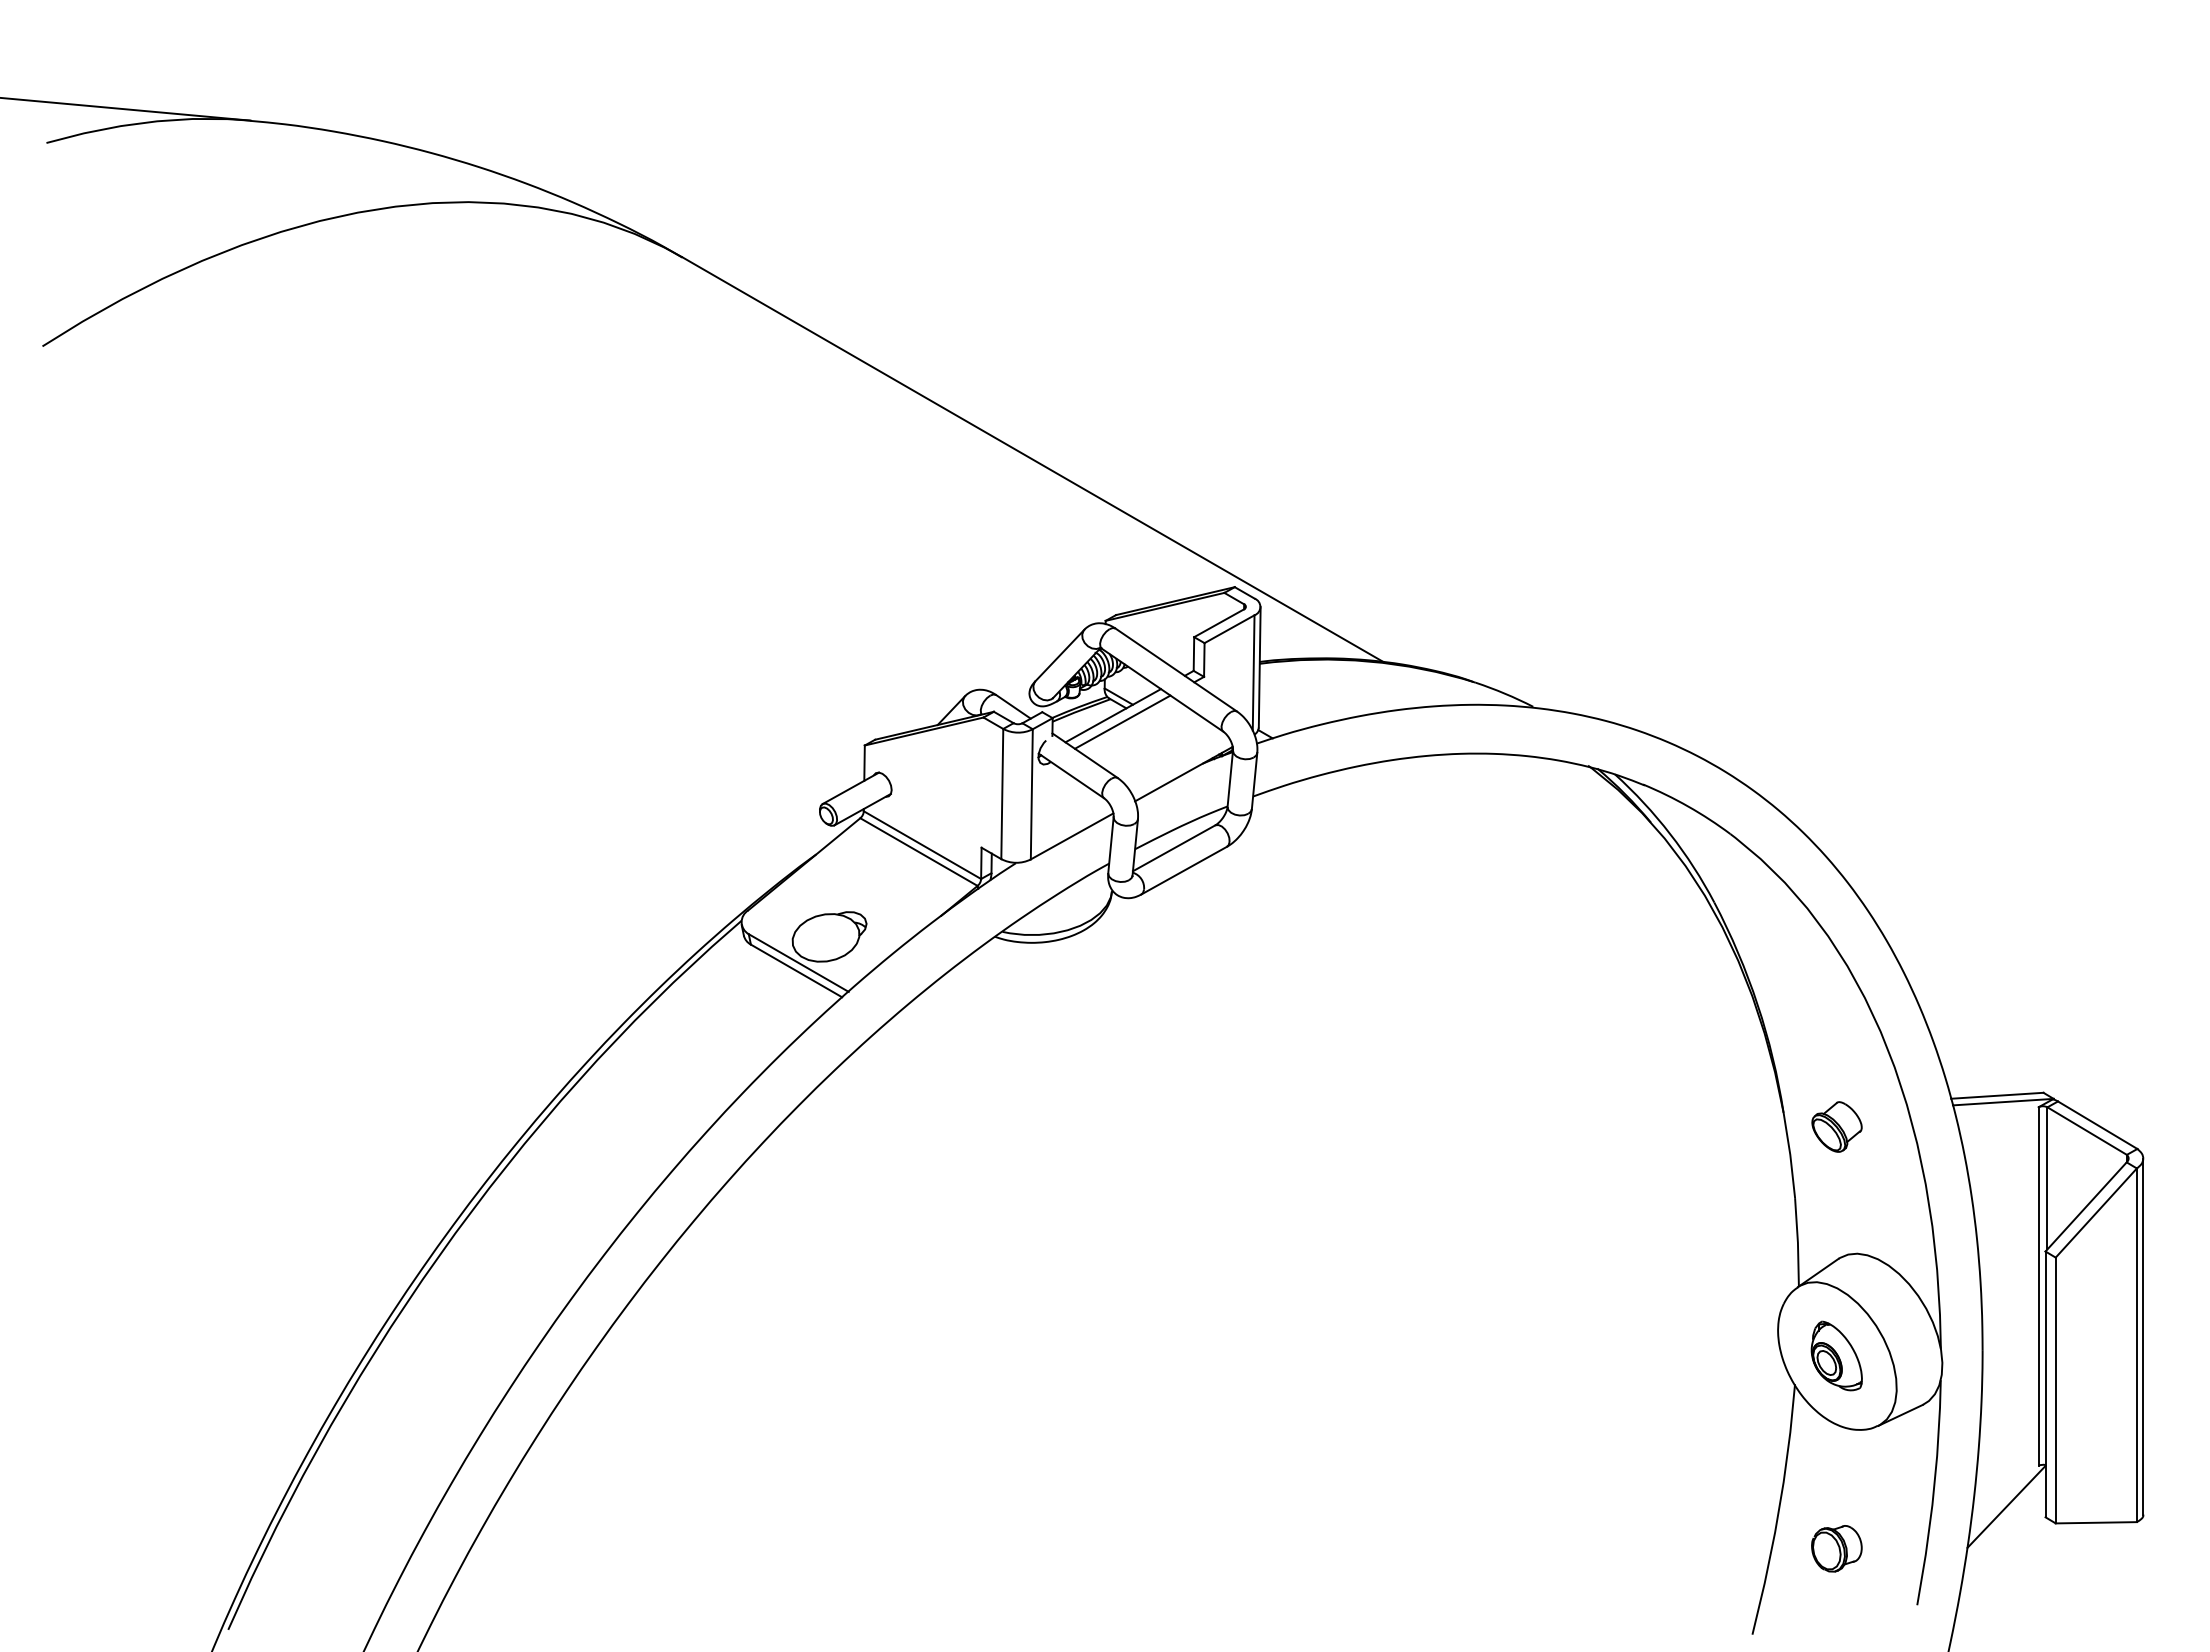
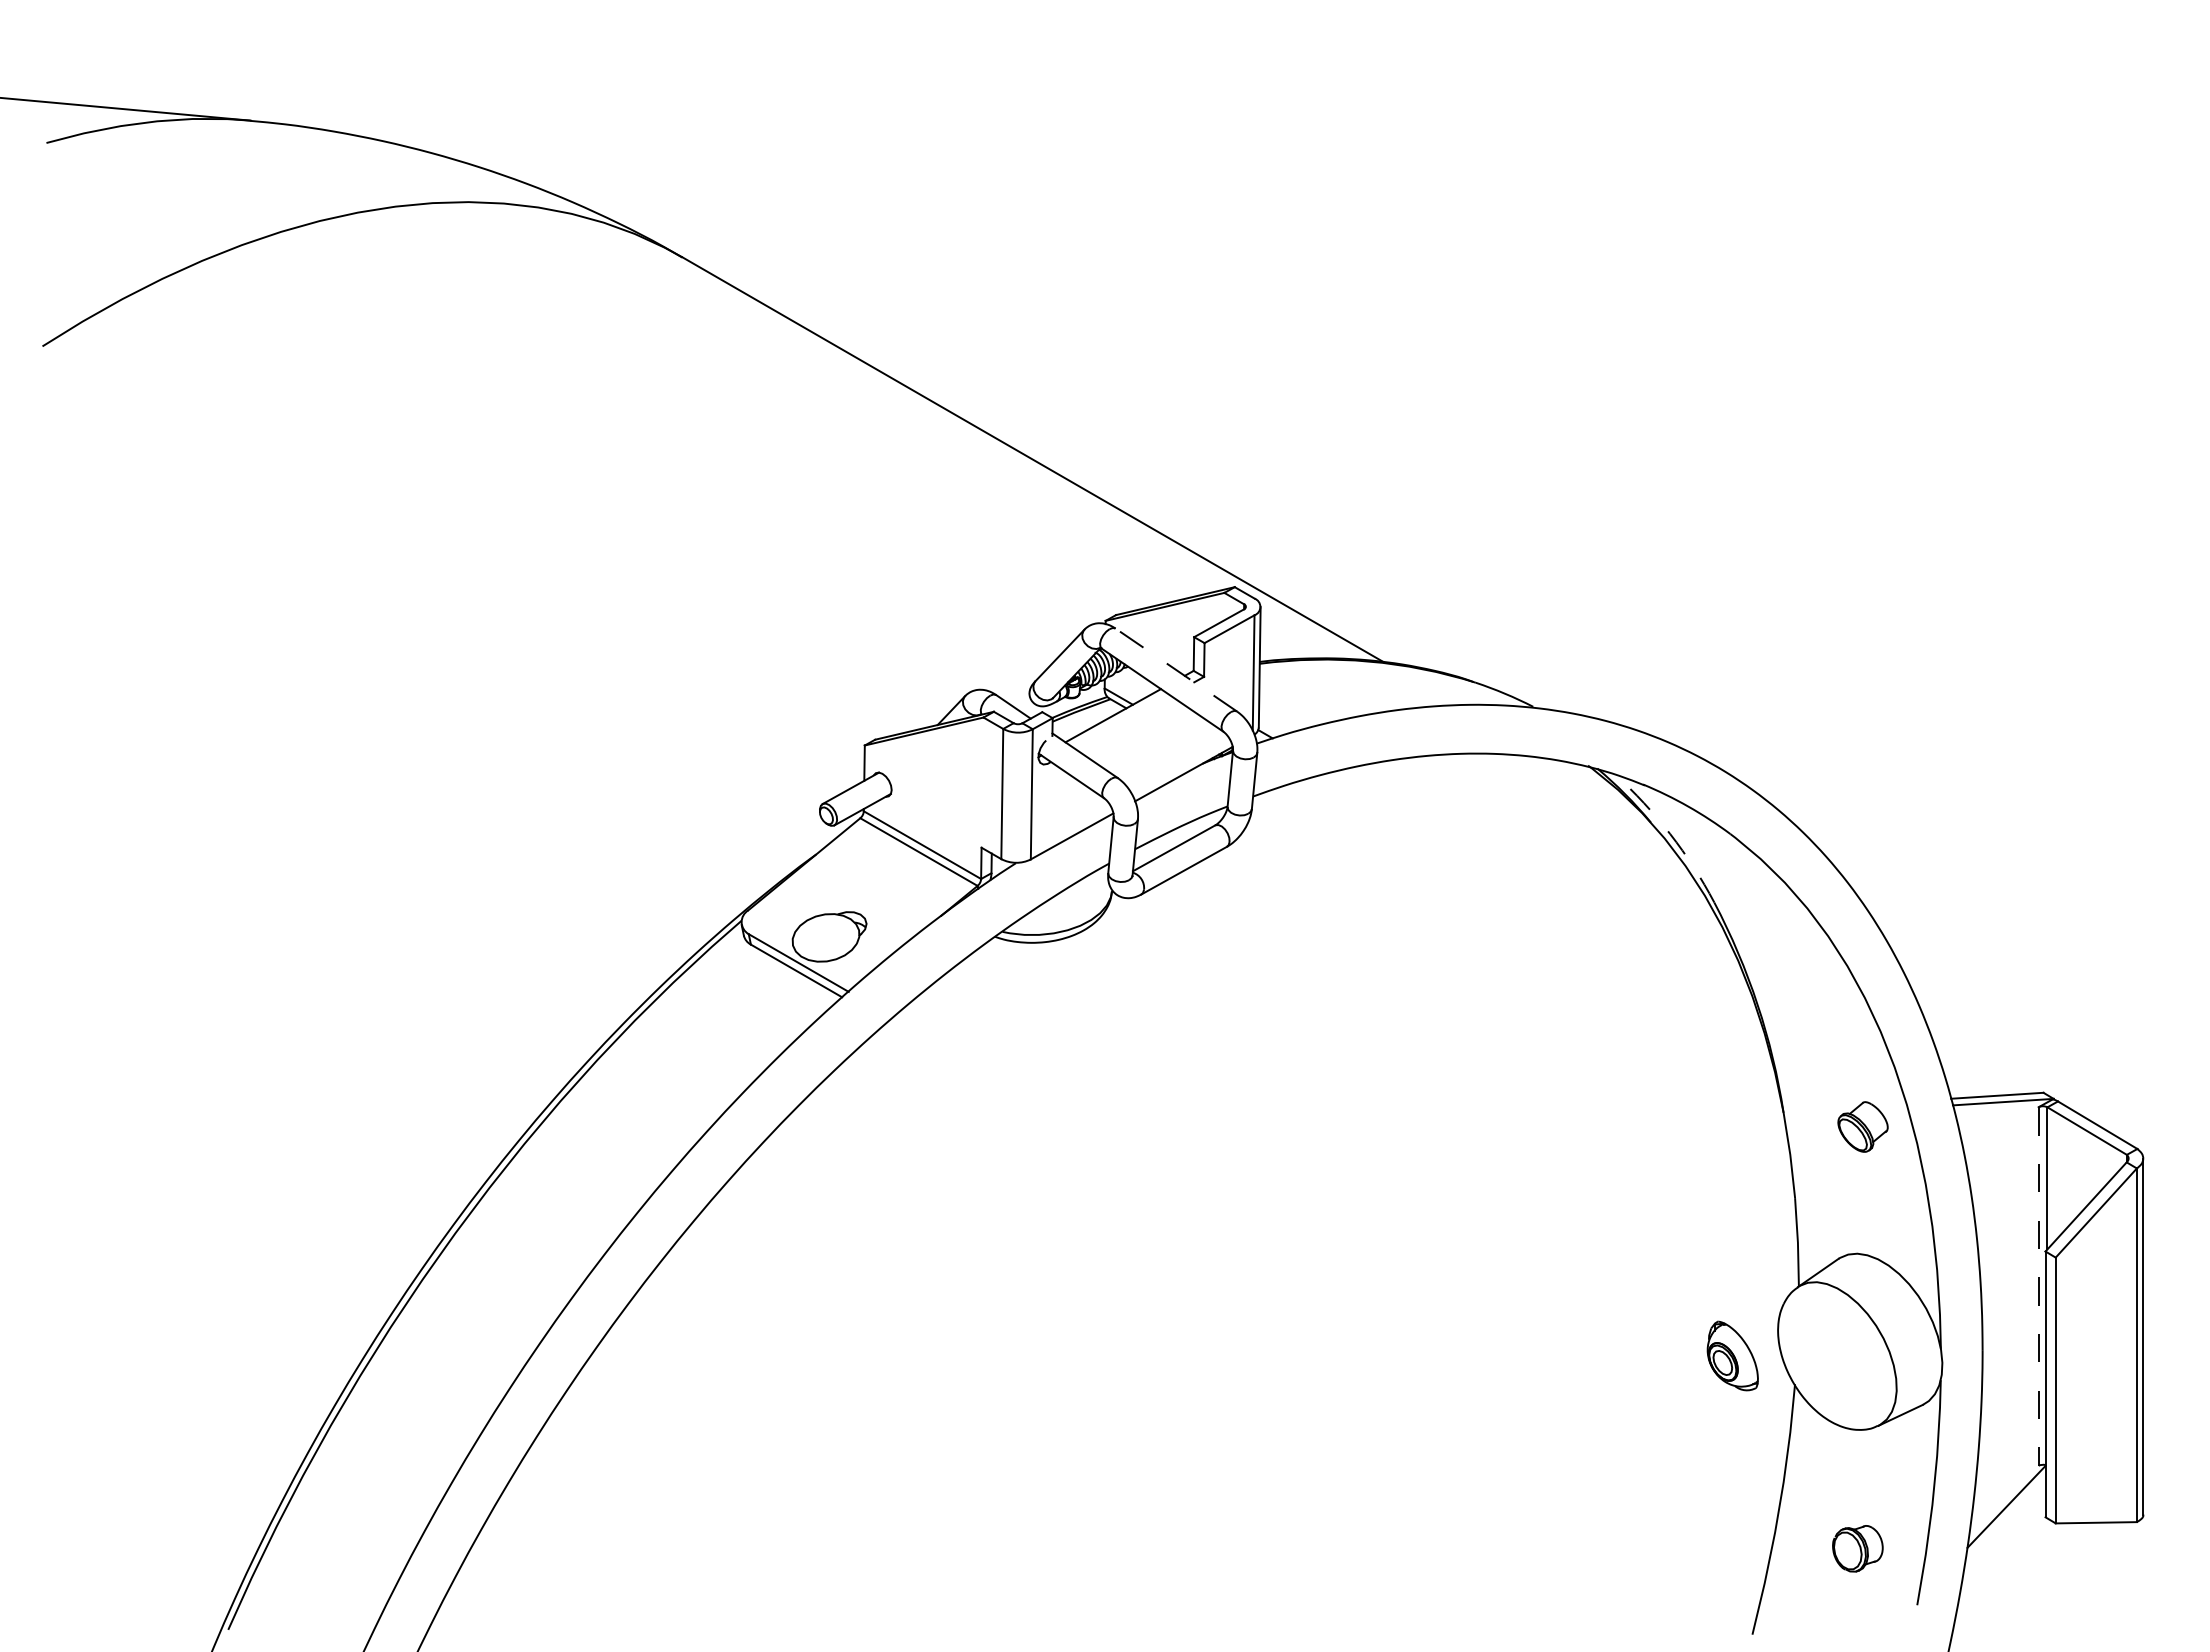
line at (1176, 670): solid -> dashed
line at (1122, 721): present -> none
arc at (1670, 834): solid -> dashed
part at (1836, 1126) position: (1836, 1126) -> (1862, 1126)
line at (2038, 1287): solid -> dashed
part at (1836, 1355) position: (1836, 1355) -> (1732, 1355)
part at (1836, 1548) position: (1836, 1548) -> (1857, 1548)
